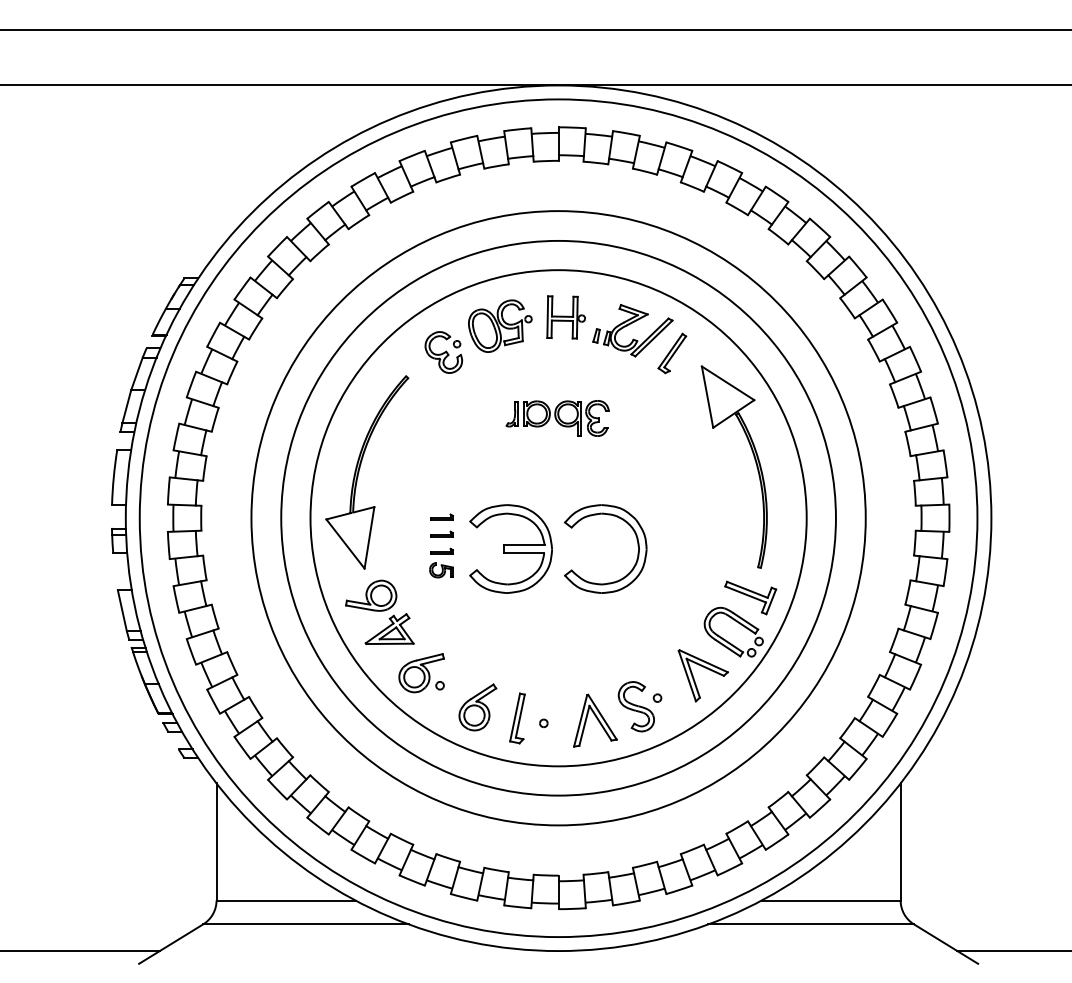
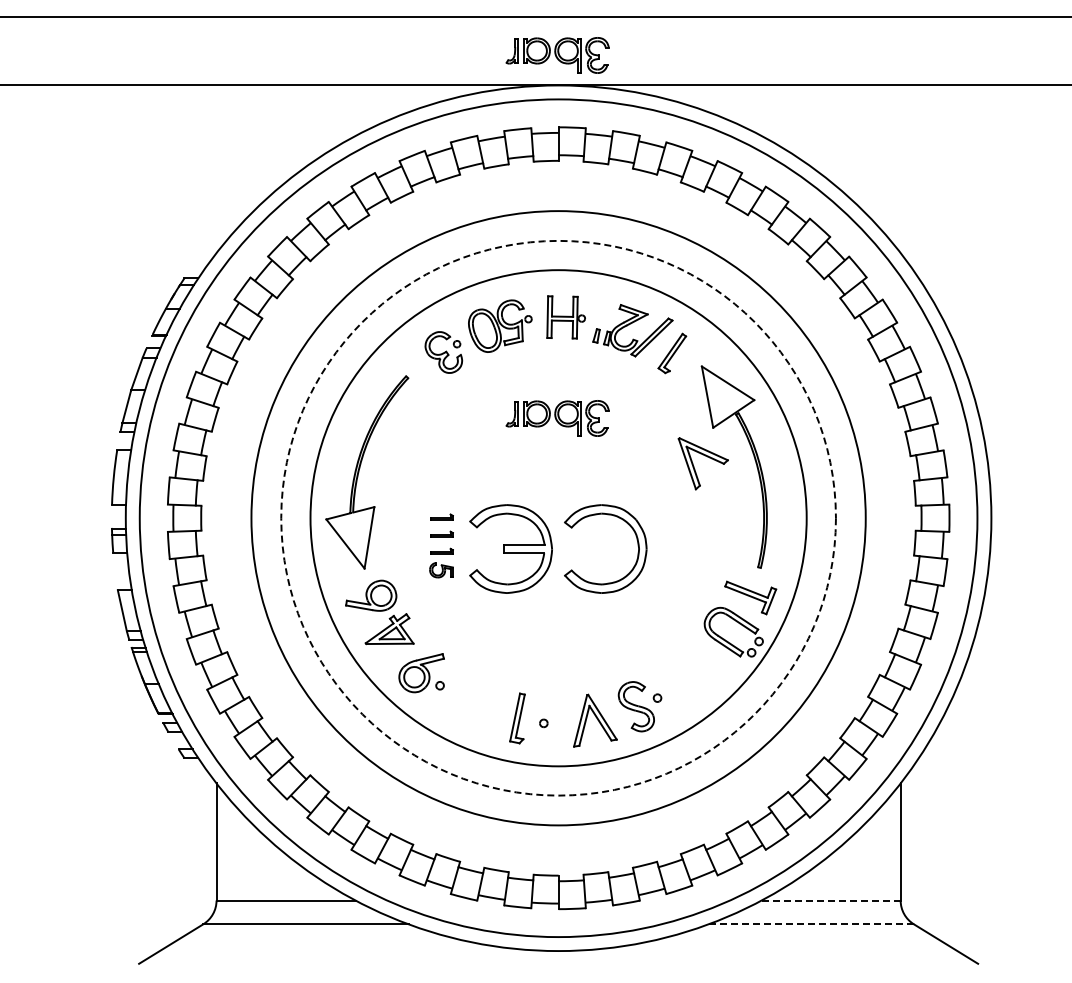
line at (535, 29) position: (535, 29) -> (535, 16)
part at (557, 55): none -> present
circle at (558, 517): solid -> dashed
part at (705, 668) position: (705, 668) -> (705, 456)
part at (477, 707): present -> none
line at (831, 900): solid -> dashed
line at (811, 924): solid -> dashed
line at (80, 951): present -> none
line at (1012, 951): present -> none
